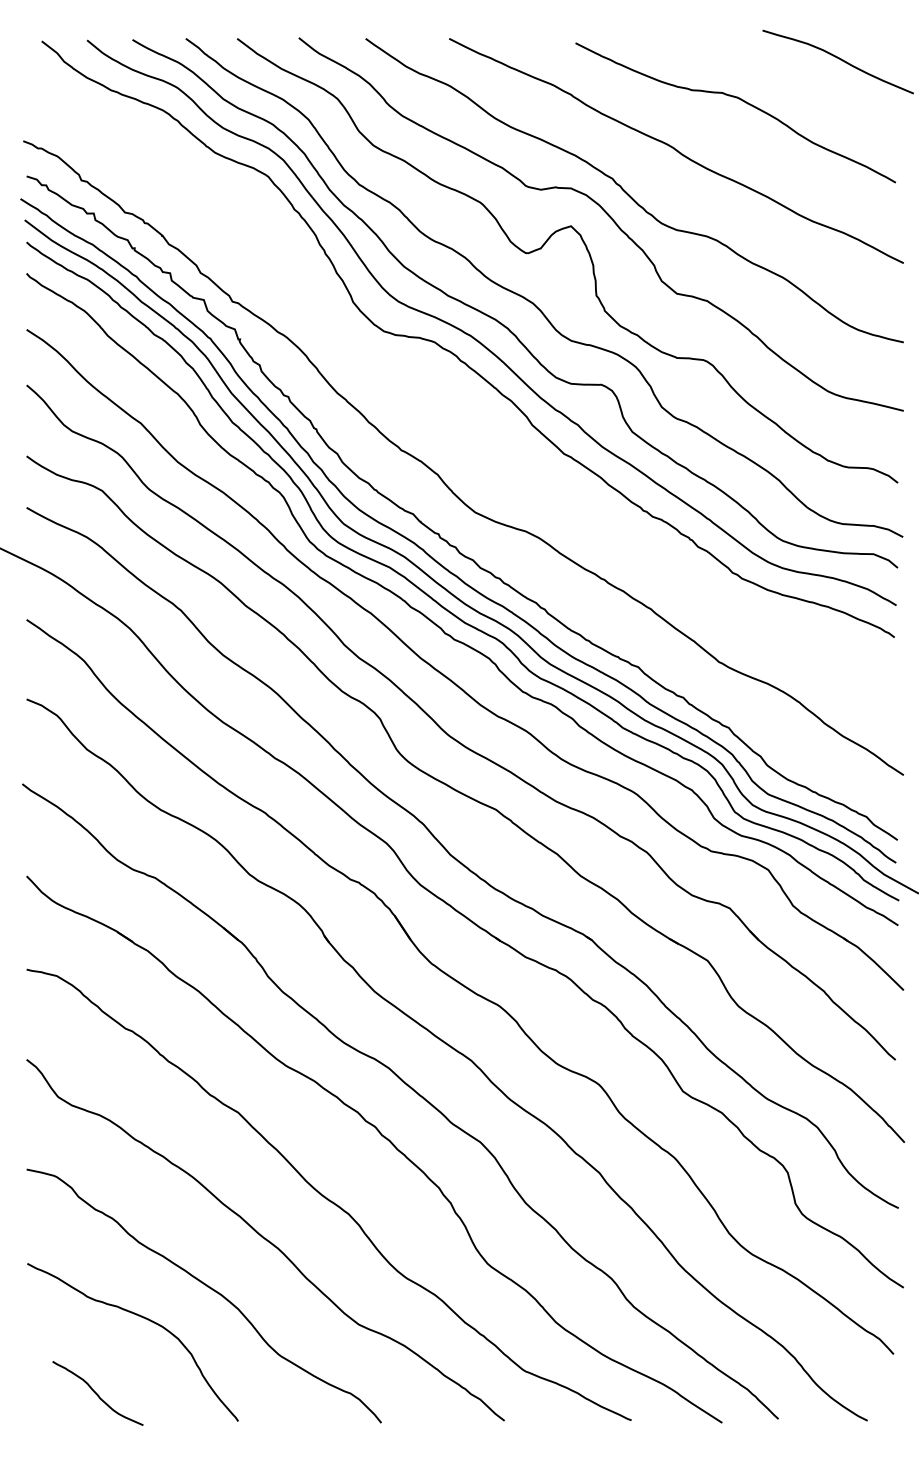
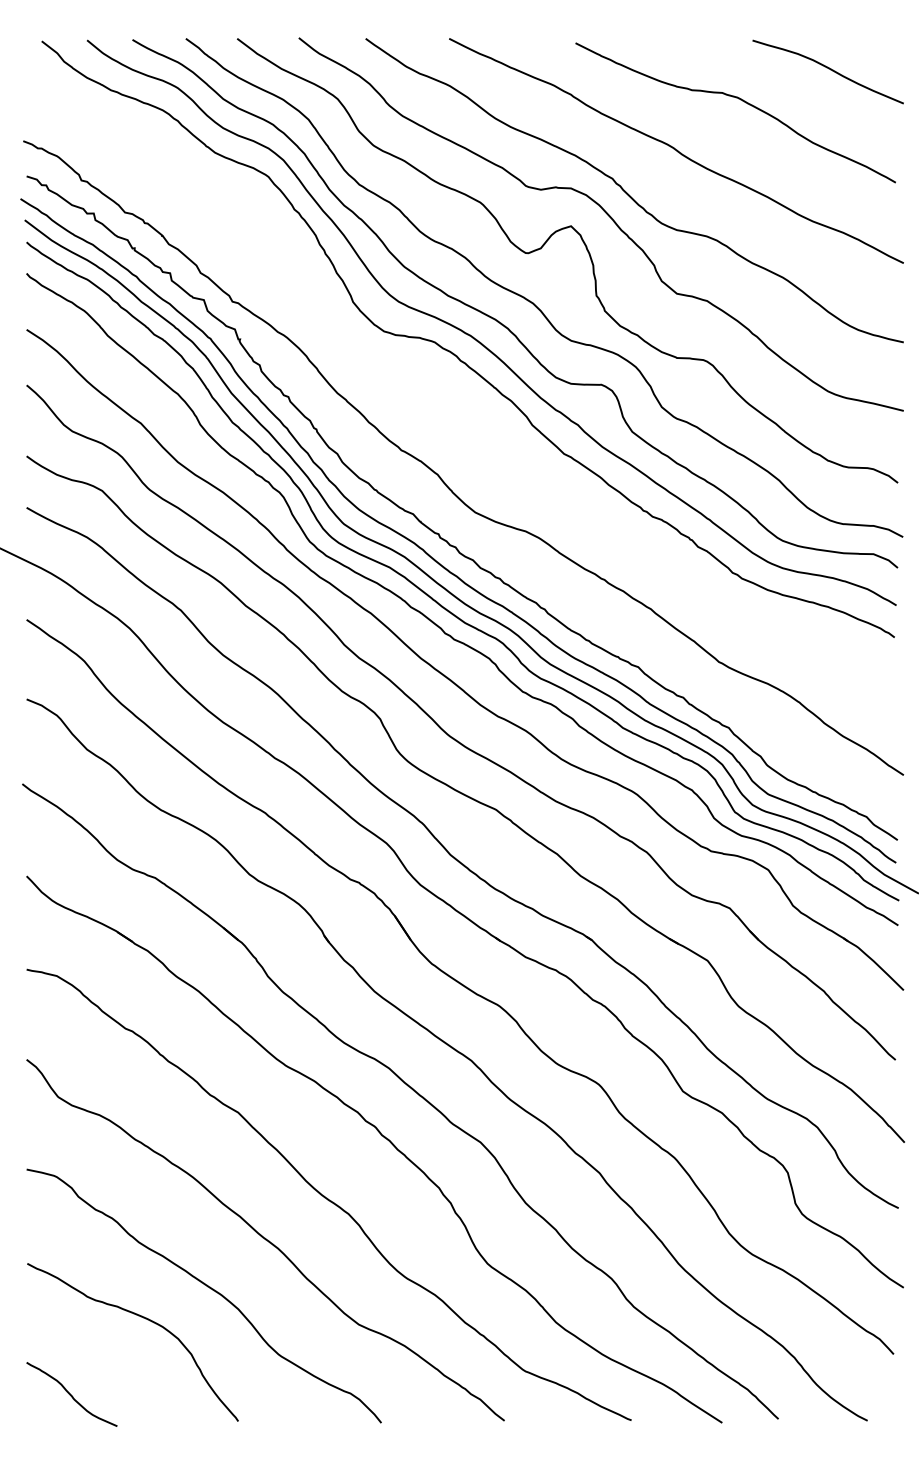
curve at (838, 59) position: (838, 59) -> (828, 69)
curve at (97, 1393) position: (97, 1393) -> (71, 1394)
